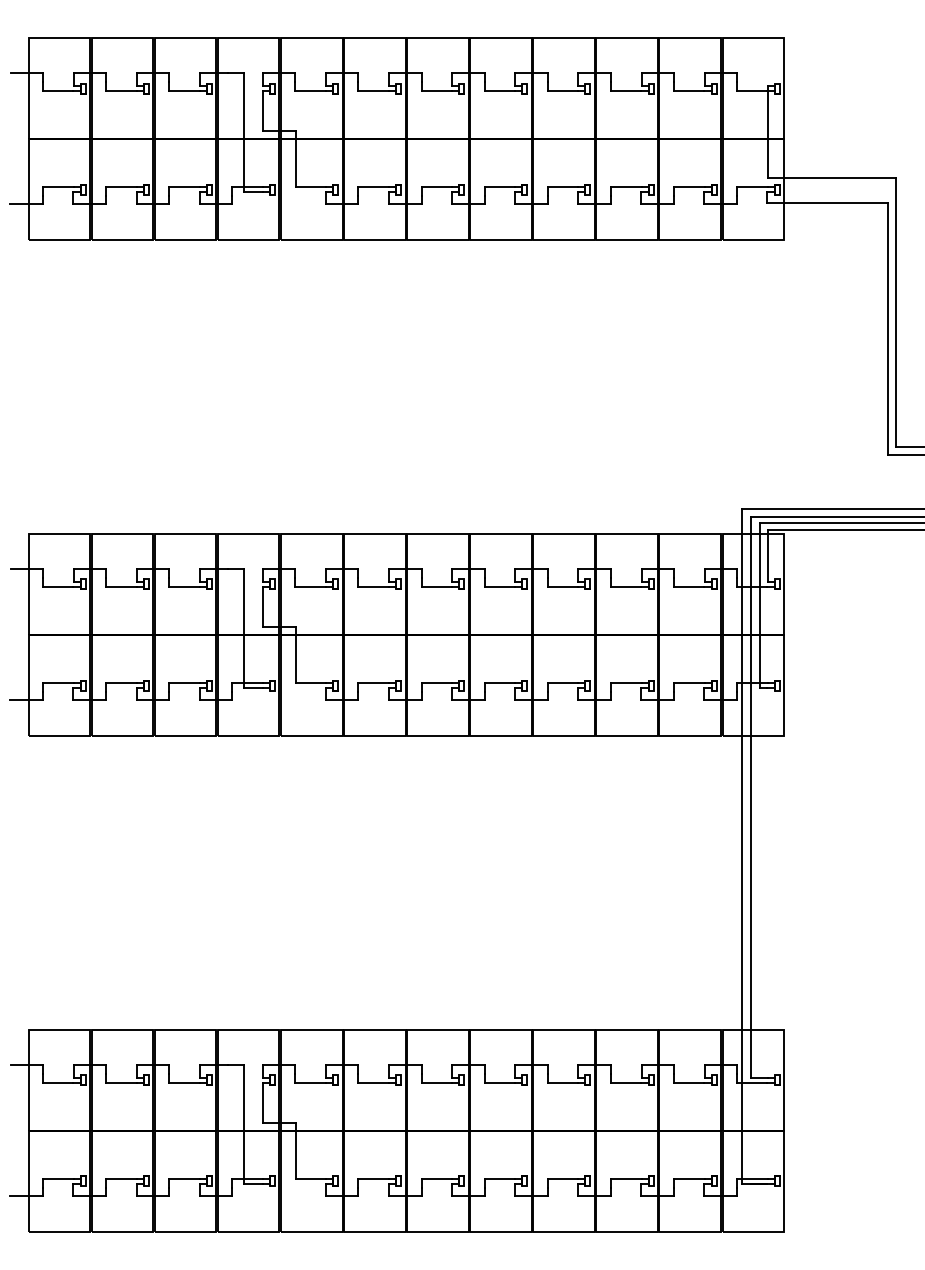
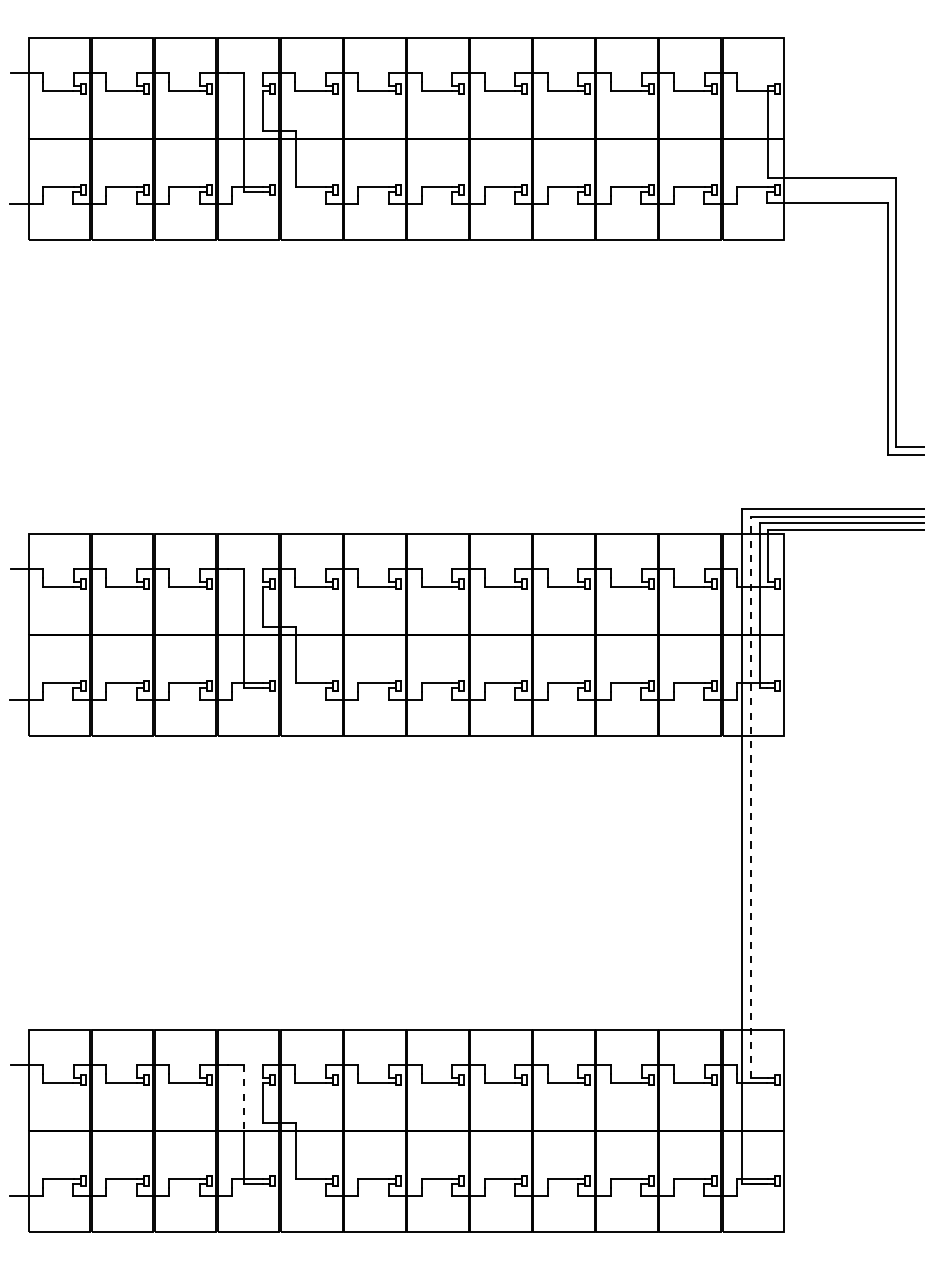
line at (750, 797): solid -> dashed
line at (243, 1097): solid -> dashed
